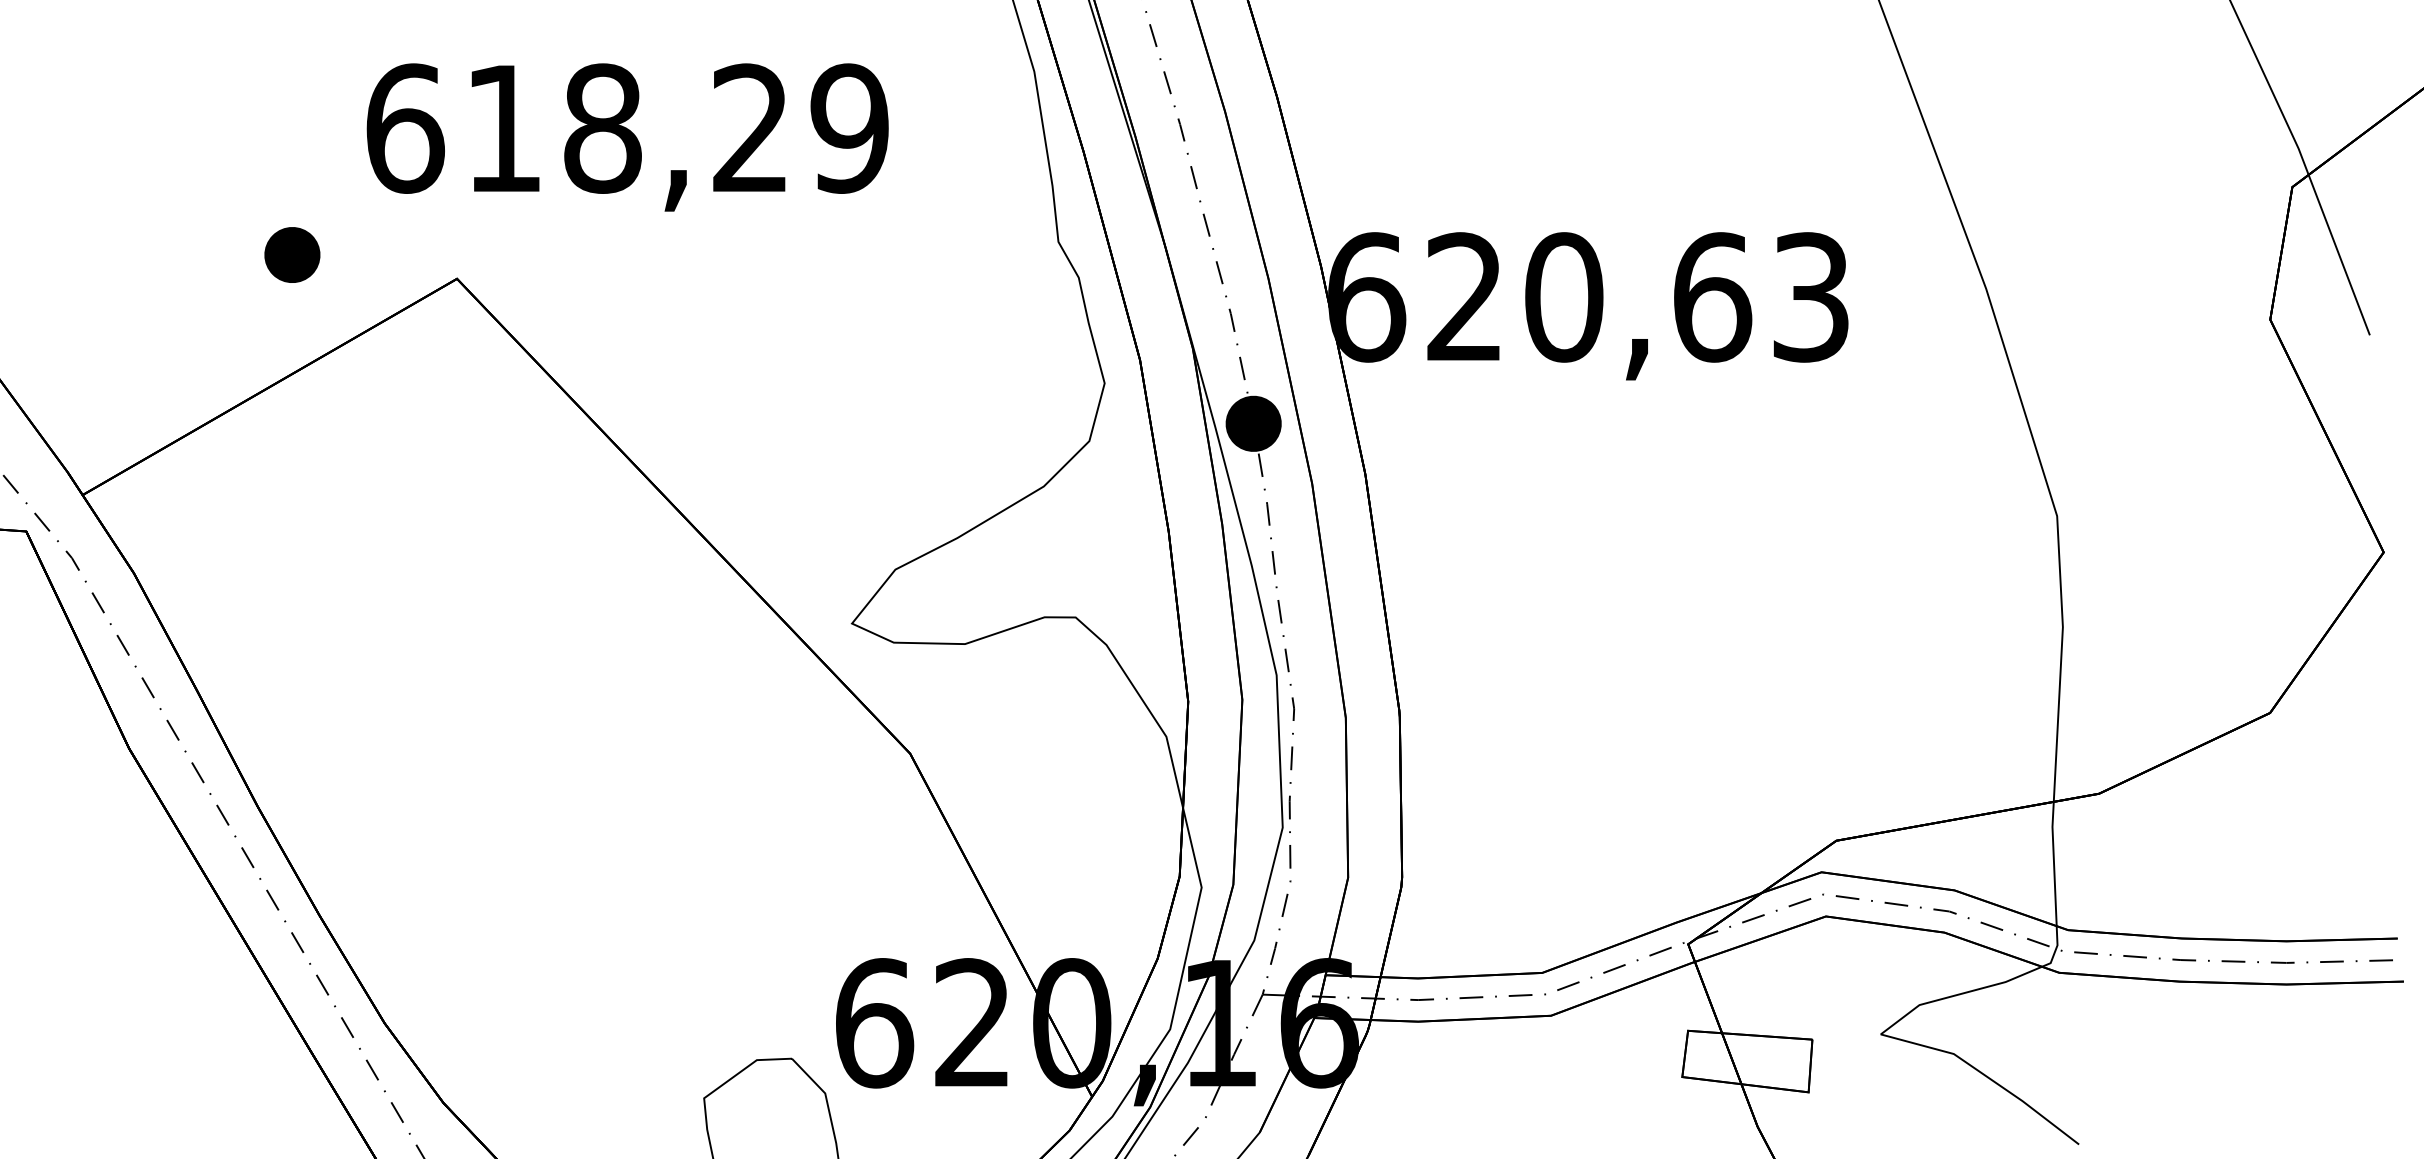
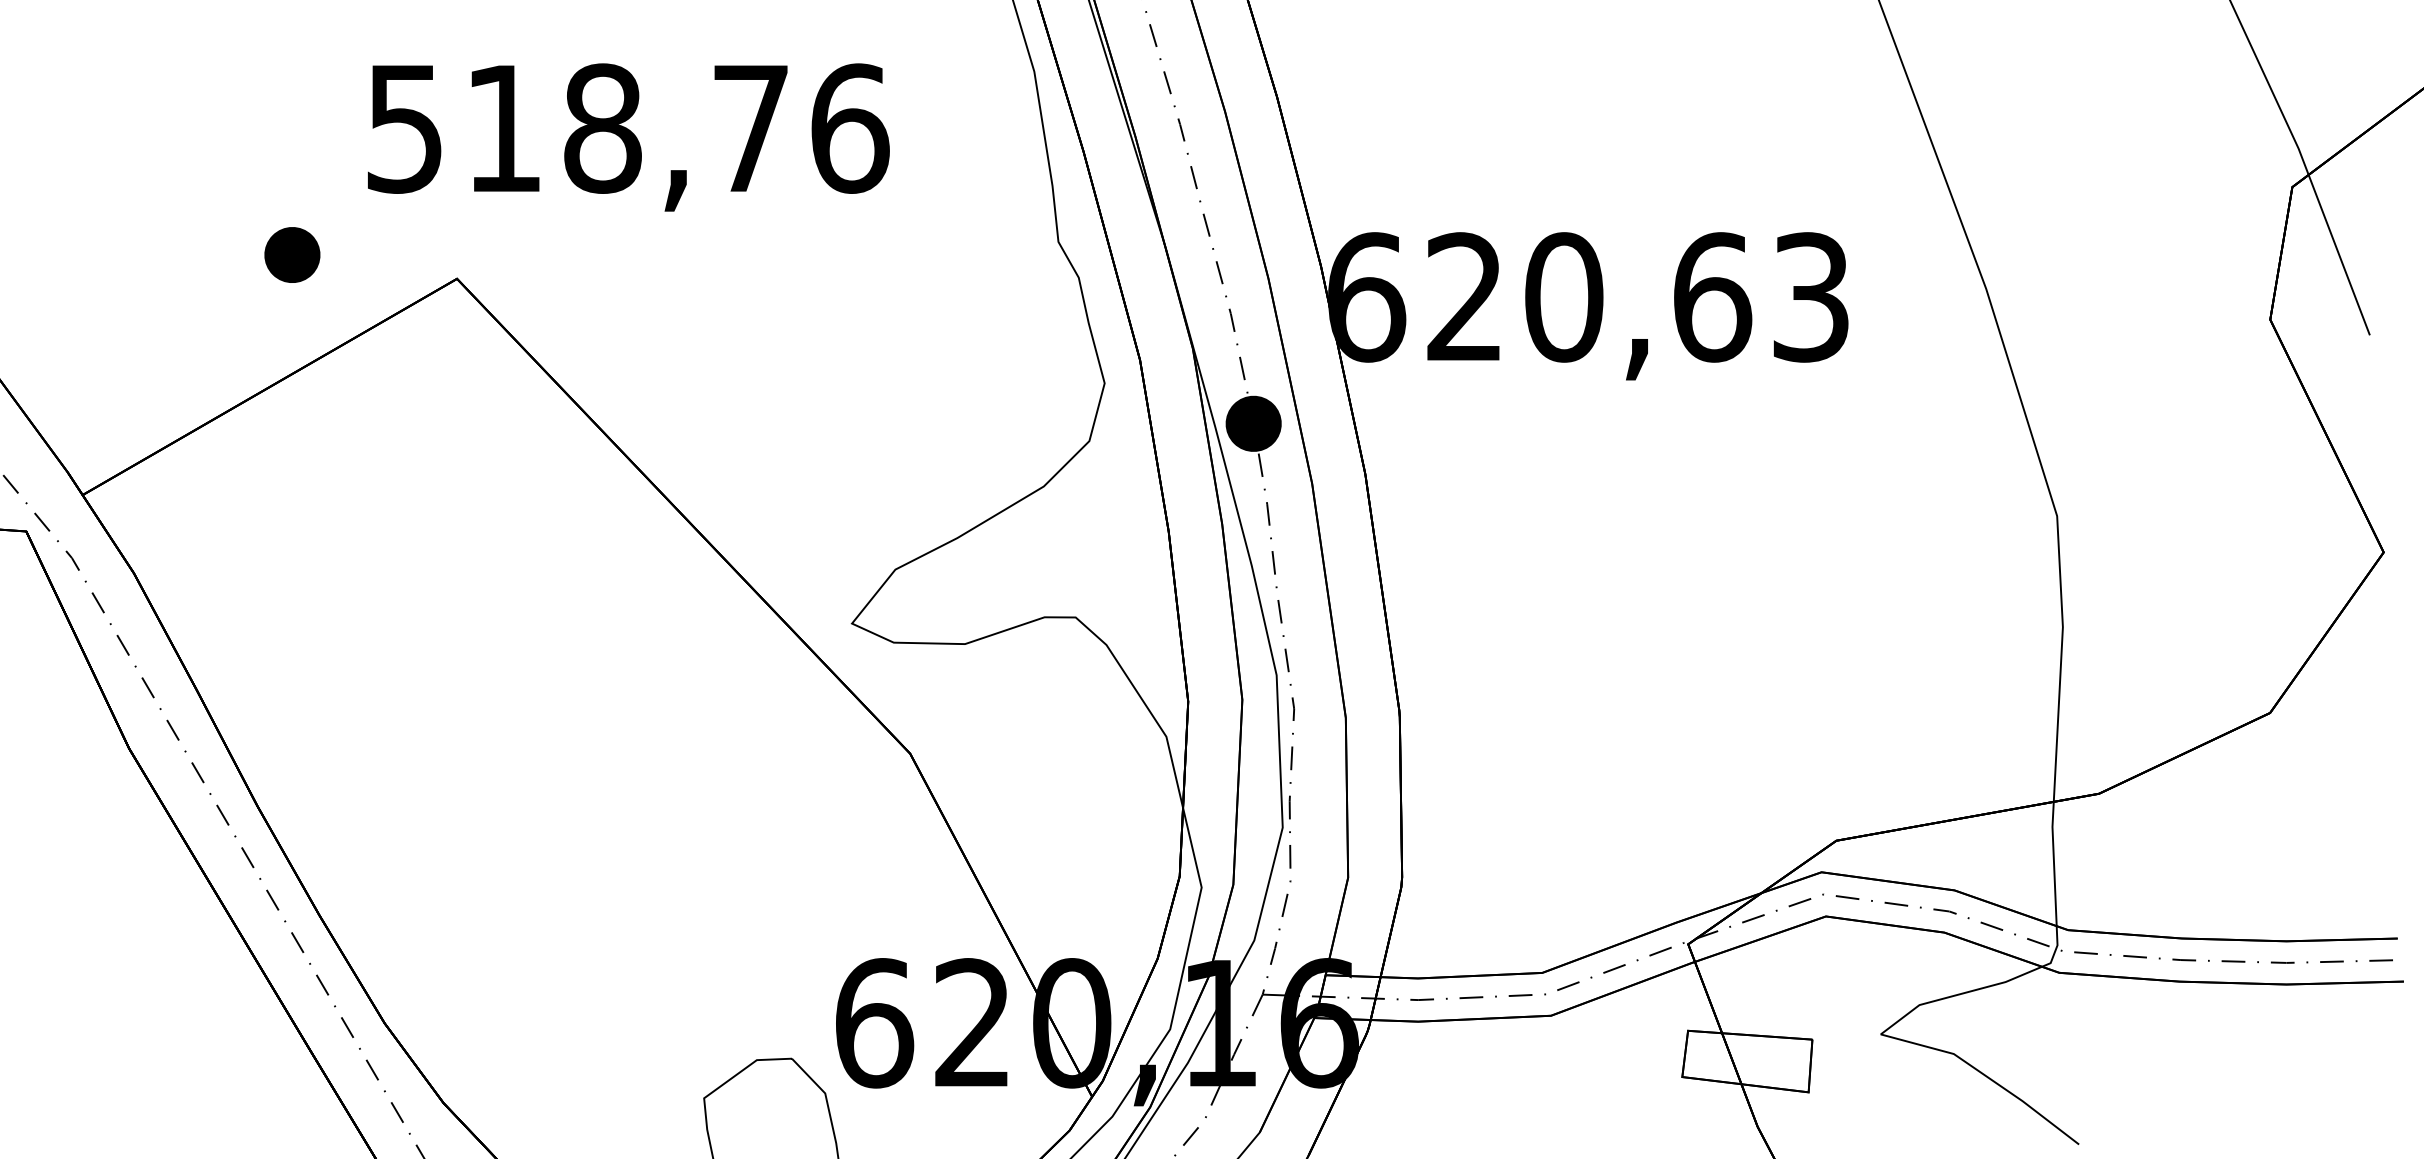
text at (627, 128): 618,29 -> 518,76
